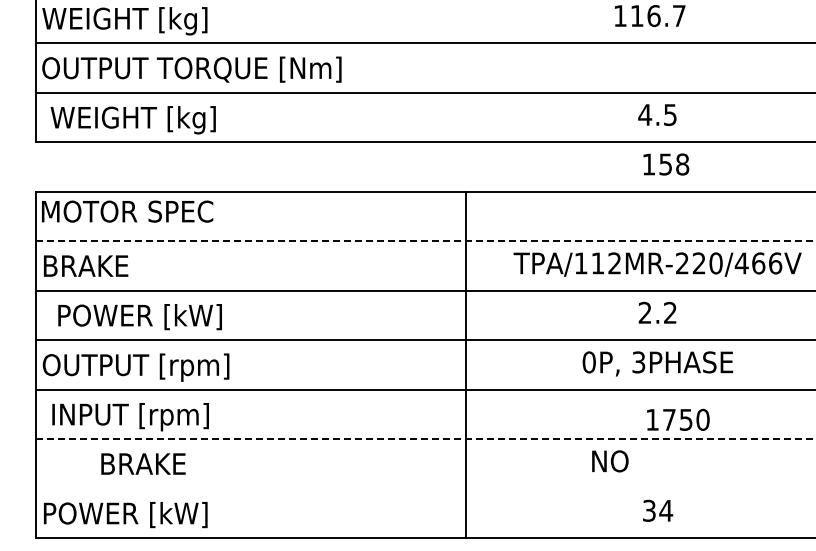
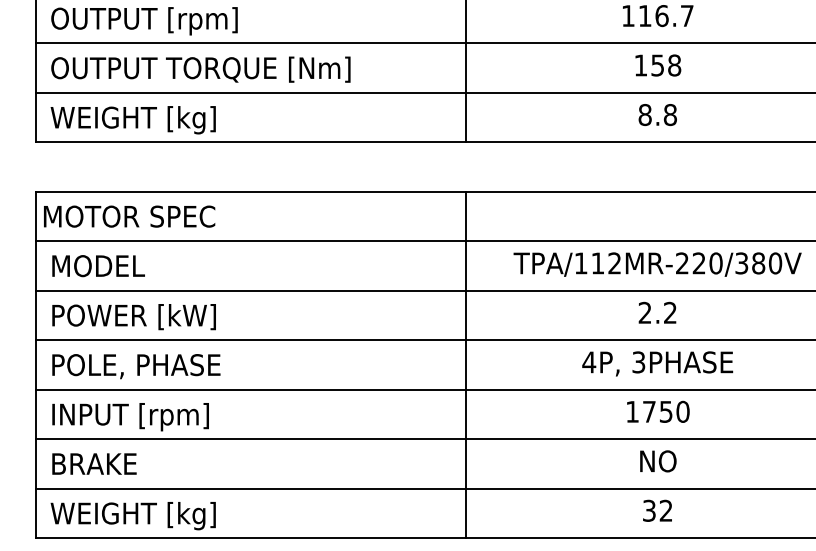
text at (650, 16) position: (650, 16) -> (658, 16)
text at (139, 21): WEIGHT [kg] -> OUTPUT [rpm]
text at (191, 69) position: (191, 69) -> (200, 69)
line at (465, 72): none -> present
text at (657, 115): 4.5 -> 8.8
text at (666, 164) position: (666, 164) -> (658, 65)
text at (127, 211) position: (127, 211) -> (129, 216)
line at (425, 241): dashed -> solid
text at (758, 263): TPA/112MR-220/466V -> TPA/112MR-220/380V
text at (94, 266): BRAKE -> MODEL
text at (139, 317) position: (139, 317) -> (133, 317)
text at (589, 362): 0P, -> 4P,
text at (135, 367): OUTPUT [rpm] -> POLE, PHASE
text at (678, 419) position: (678, 419) -> (658, 411)
line at (425, 439): dashed -> solid
text at (610, 461) position: (610, 461) -> (658, 461)
text at (143, 463) position: (143, 463) -> (94, 463)
line at (423, 488): none -> present
text at (666, 510): 34 -> 32
text at (129, 516): POWER [kW] -> WEIGHT [kg]
